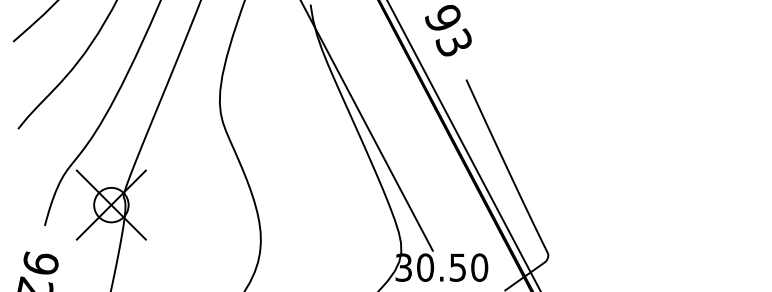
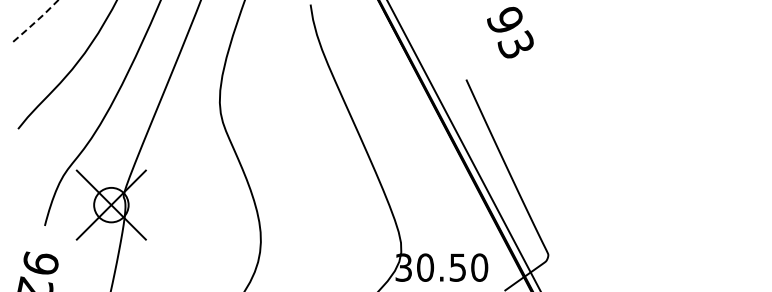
line at (36, 21): solid -> dashed
text at (448, 30) position: (448, 30) -> (510, 32)
line at (366, 126): present -> none
